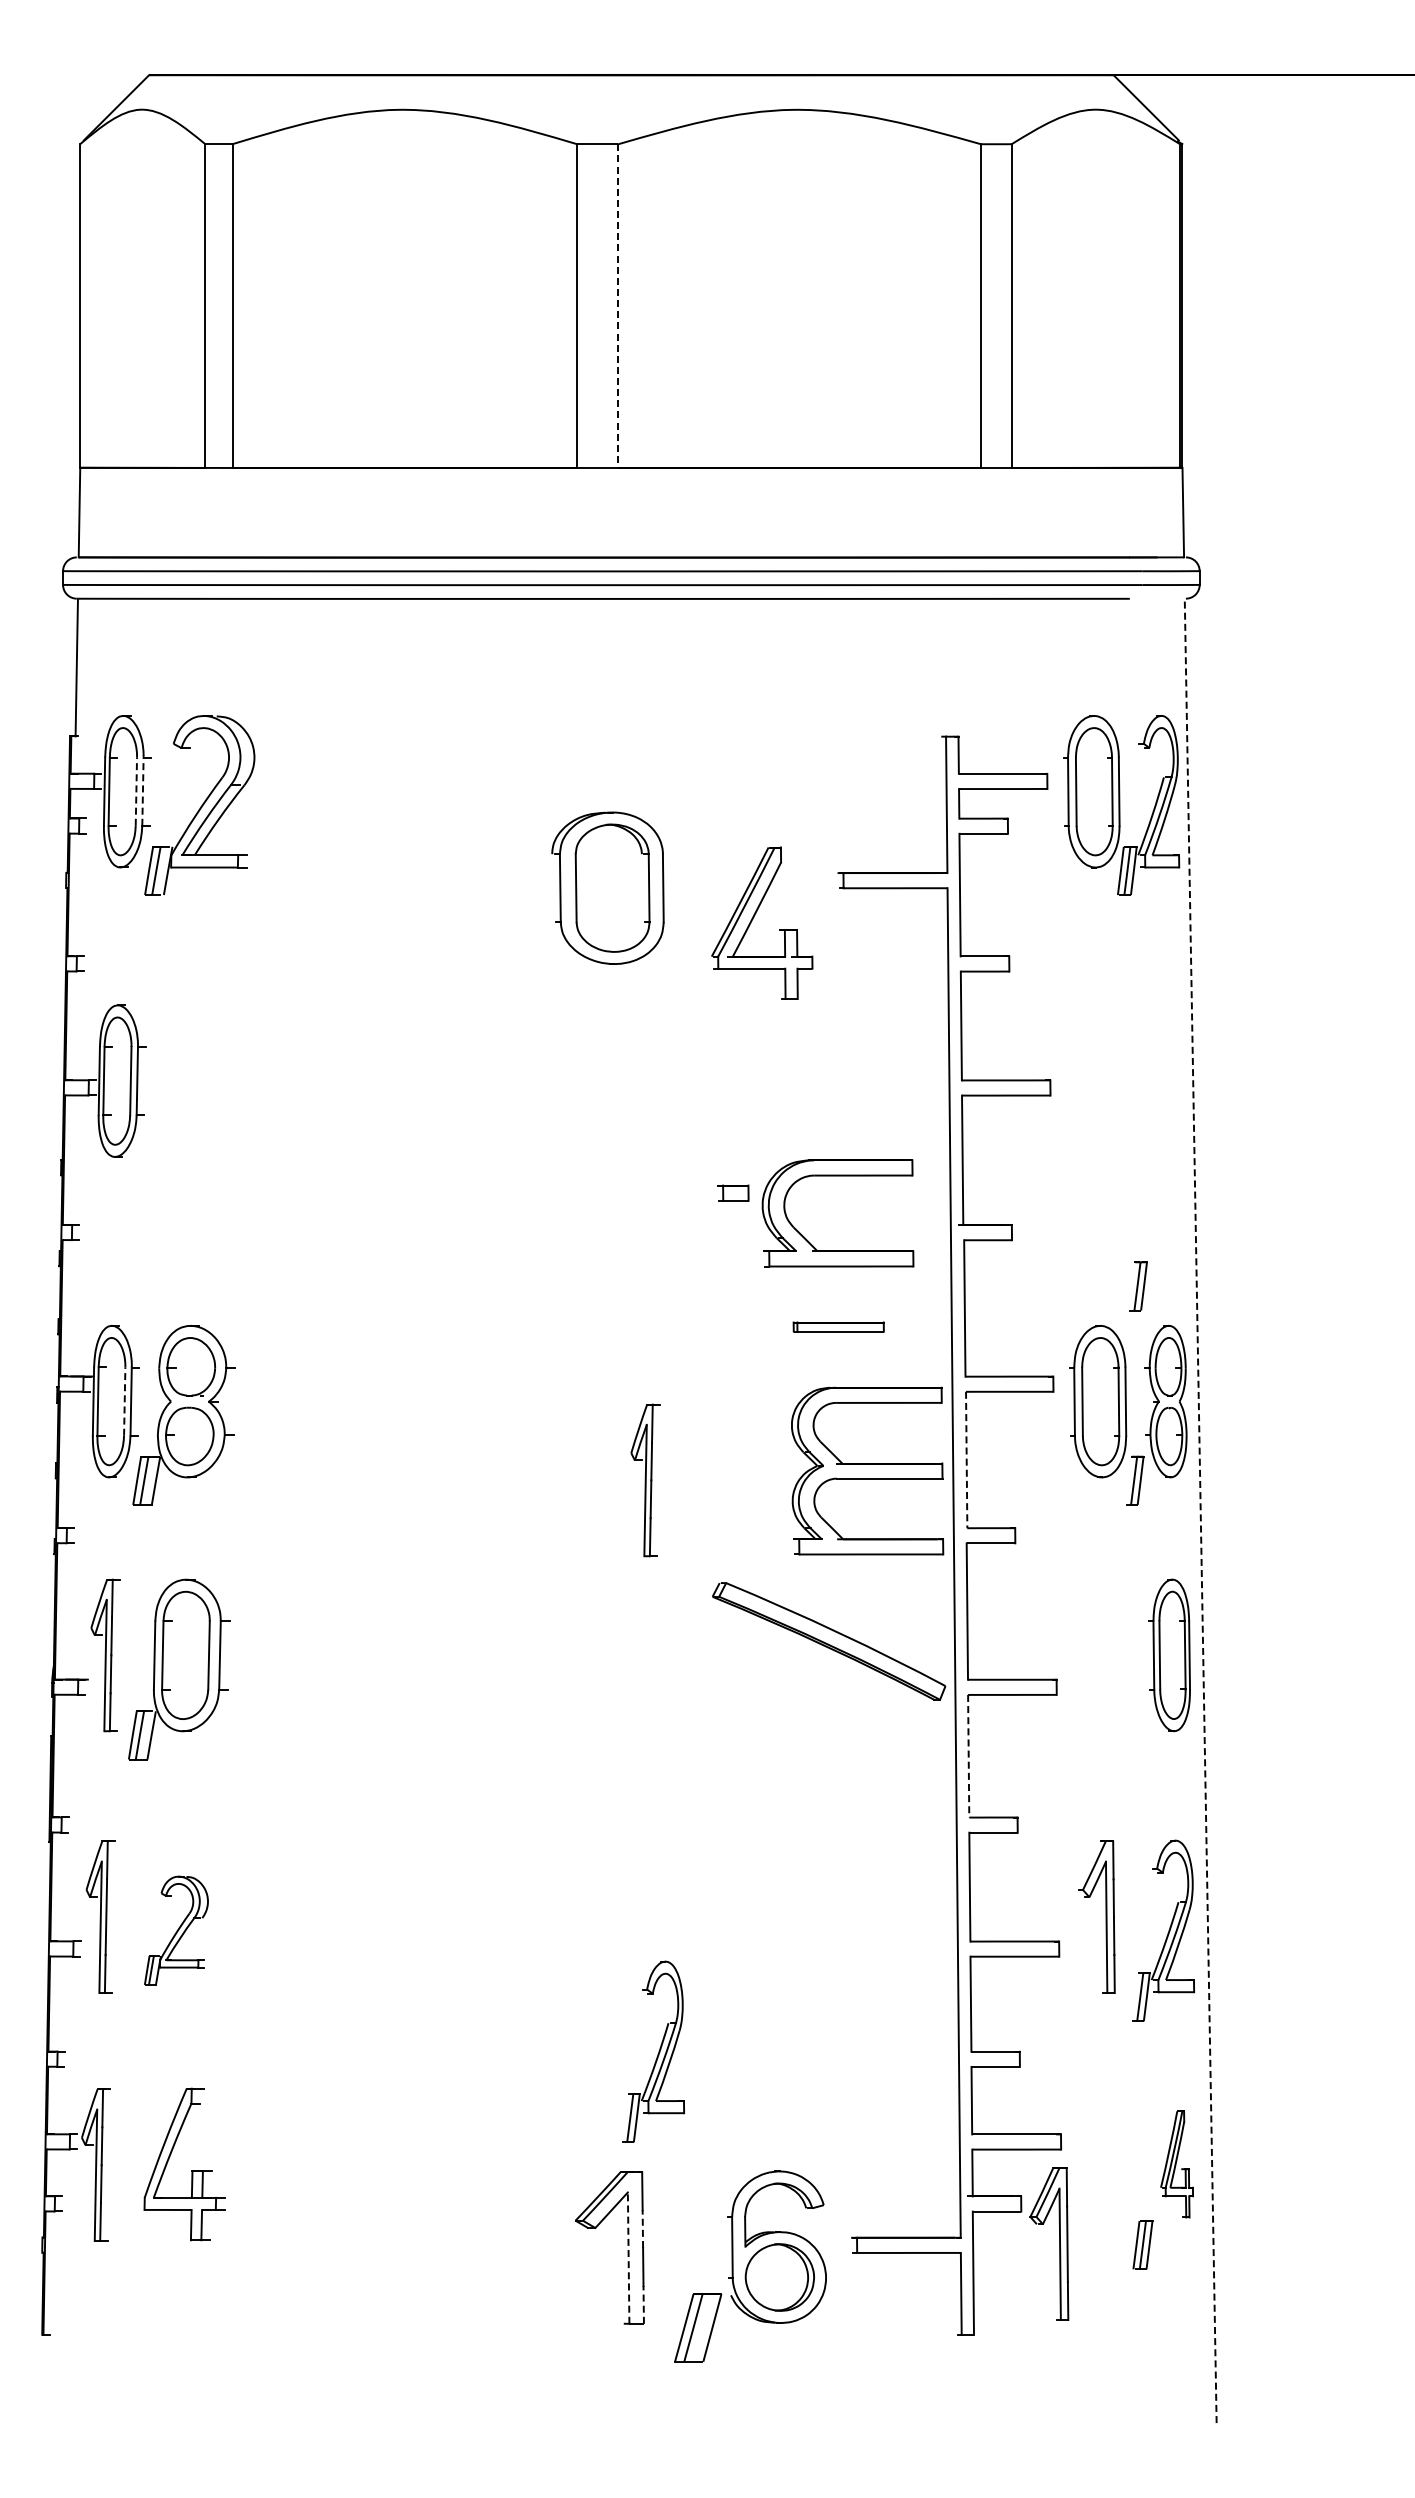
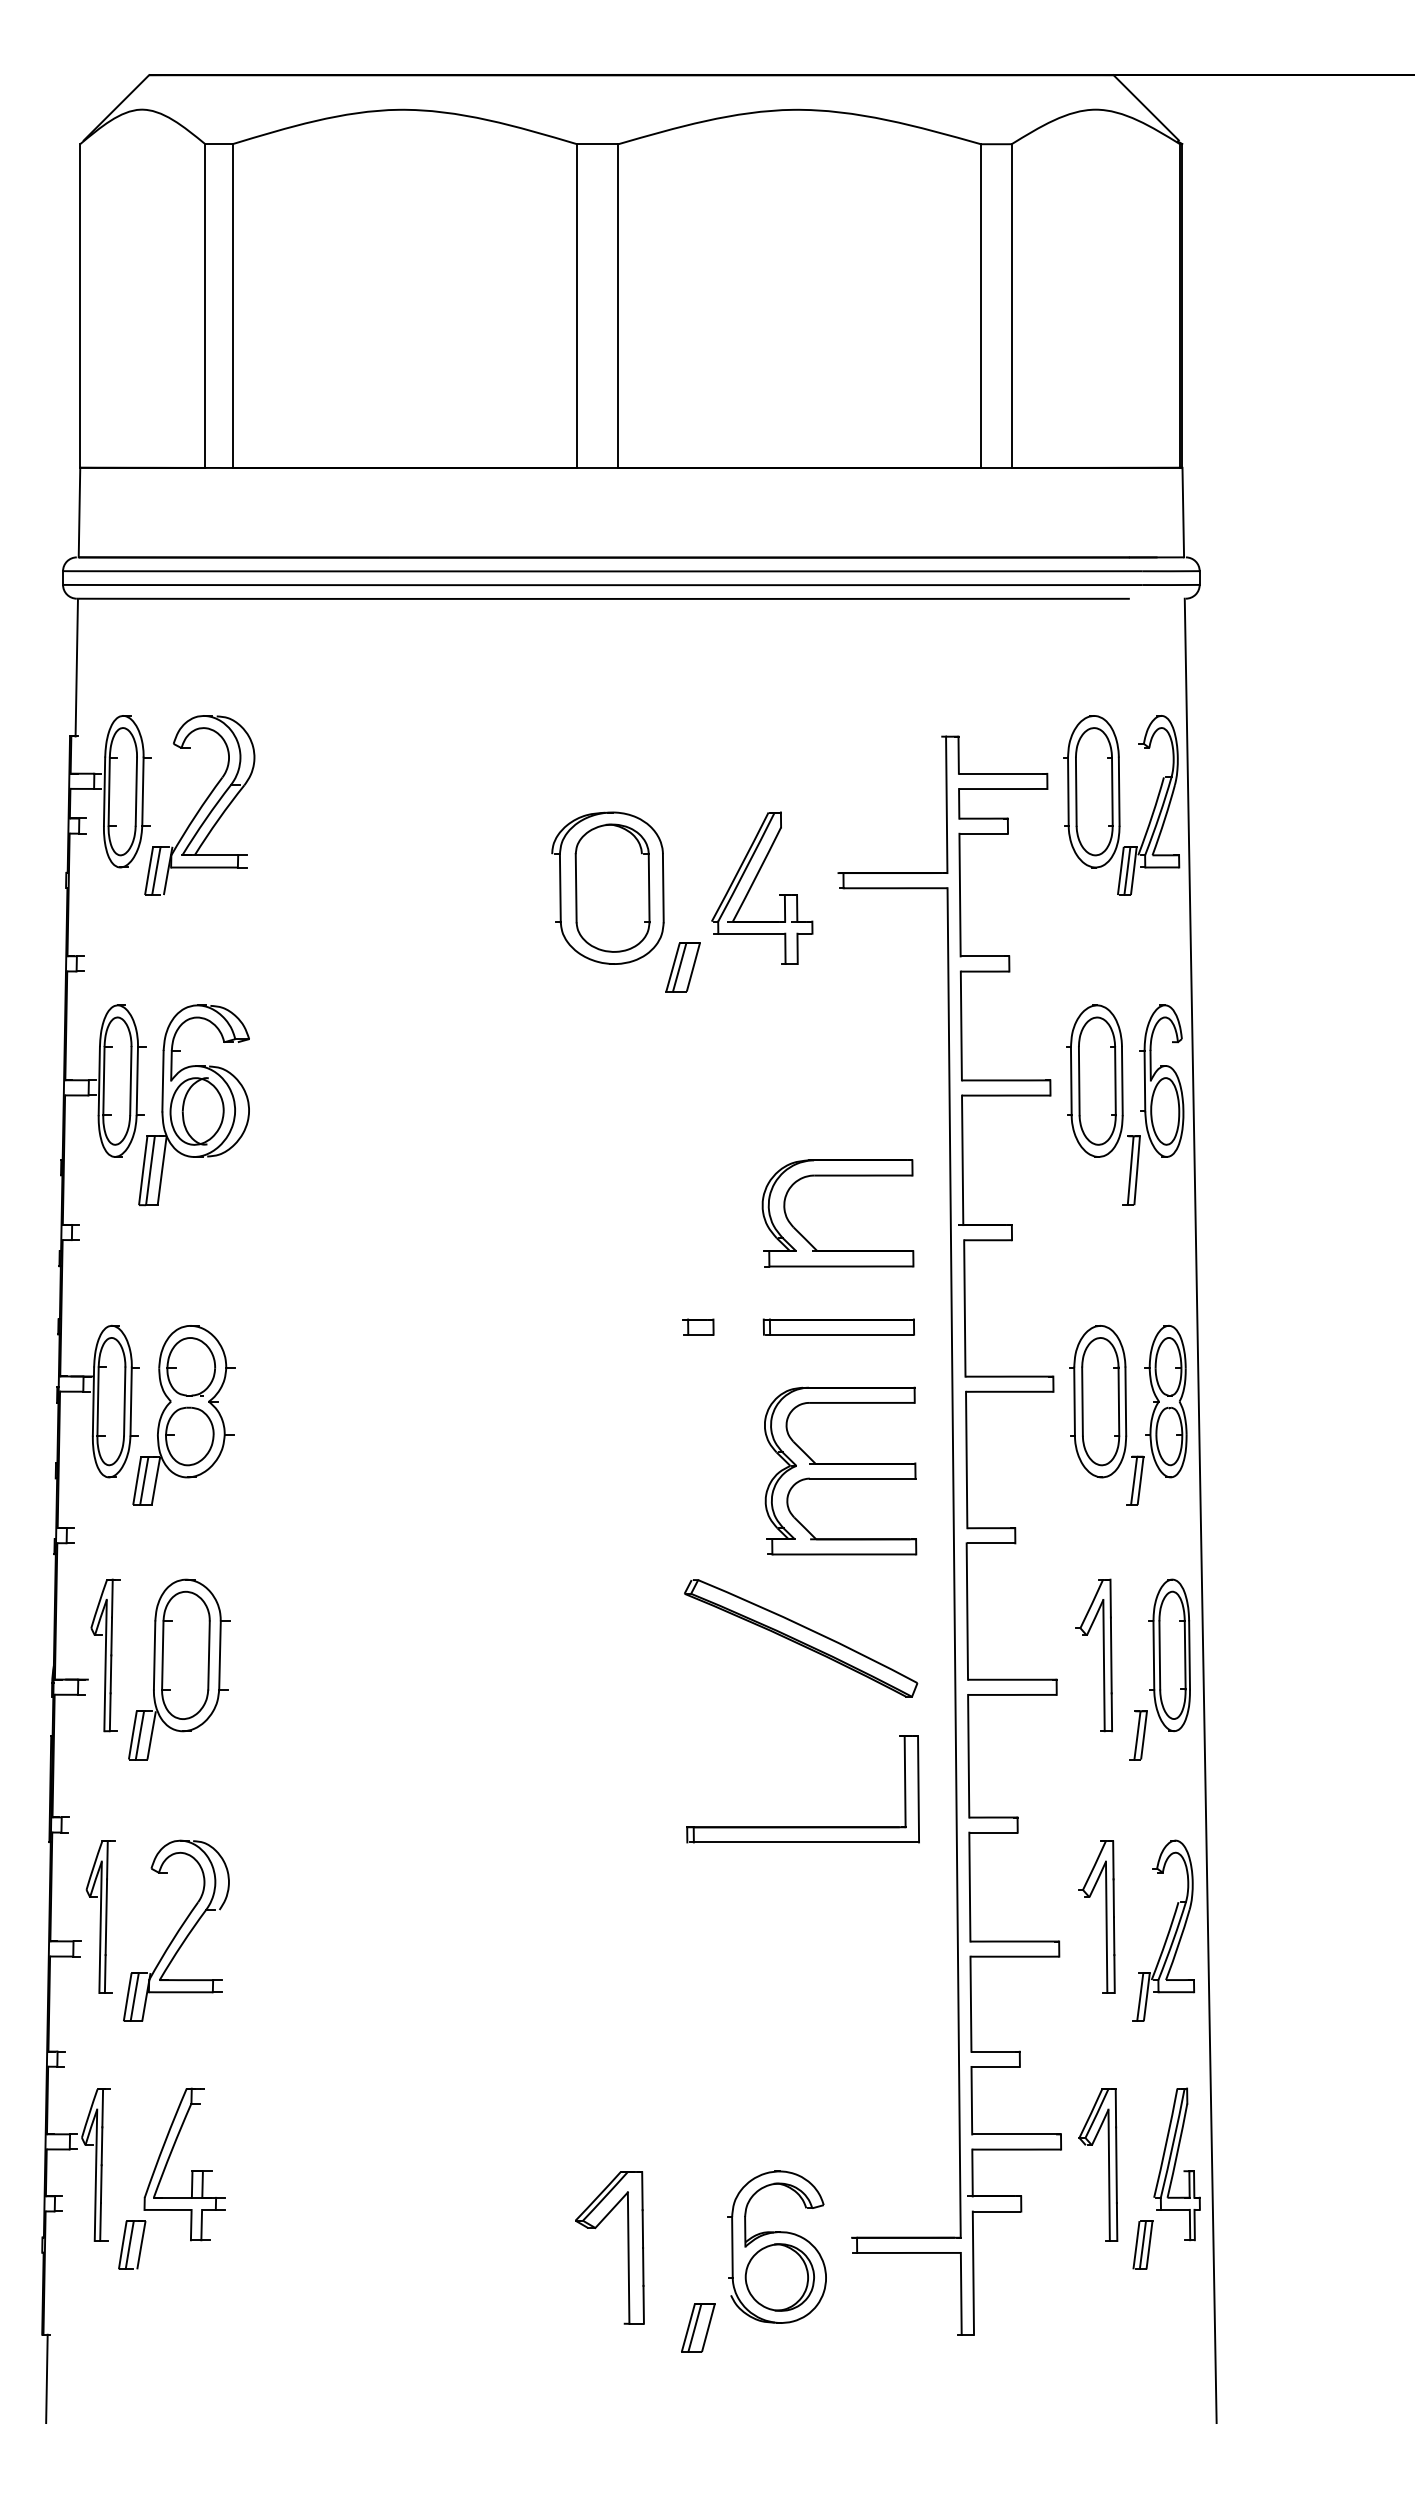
line at (618, 306): dashed -> solid
line at (136, 791): dashed -> solid
line at (142, 791): dashed -> solid
part at (754, 917) position: (754, 917) -> (754, 882)
part at (682, 967): none -> present
part at (1125, 1104): none -> present
part at (193, 1105): none -> present
part at (733, 1192) position: (733, 1192) -> (698, 1326)
part at (1138, 1286) position: (1138, 1286) -> (1138, 1735)
part at (838, 1326) size: 93x12 px -> 153x18 px
line at (124, 1401): dashed -> solid
line at (966, 1460): dashed -> solid
part at (867, 1470) position: (867, 1470) -> (840, 1470)
part at (645, 1480): present -> none
line at (1200, 1510): dashed -> solid
part at (829, 1641) position: (829, 1641) -> (801, 1638)
part at (1103, 1655): none -> present
line at (968, 1756): dashed -> solid
part at (802, 1826): none -> present
part at (176, 1930) size: 65x111 px -> 107x183 px
part at (653, 2051): present -> none
part at (1176, 2164) size: 34x109 px -> 48x155 px
line at (642, 2229): dashed -> solid
part at (1059, 2243) position: (1059, 2243) -> (1108, 2164)
part at (132, 2244): none -> present
line at (628, 2258): dashed -> solid
line at (643, 2304): dashed -> solid
part at (698, 2327) size: 49x70 px -> 35x50 px
line at (46, 2378): none -> present
